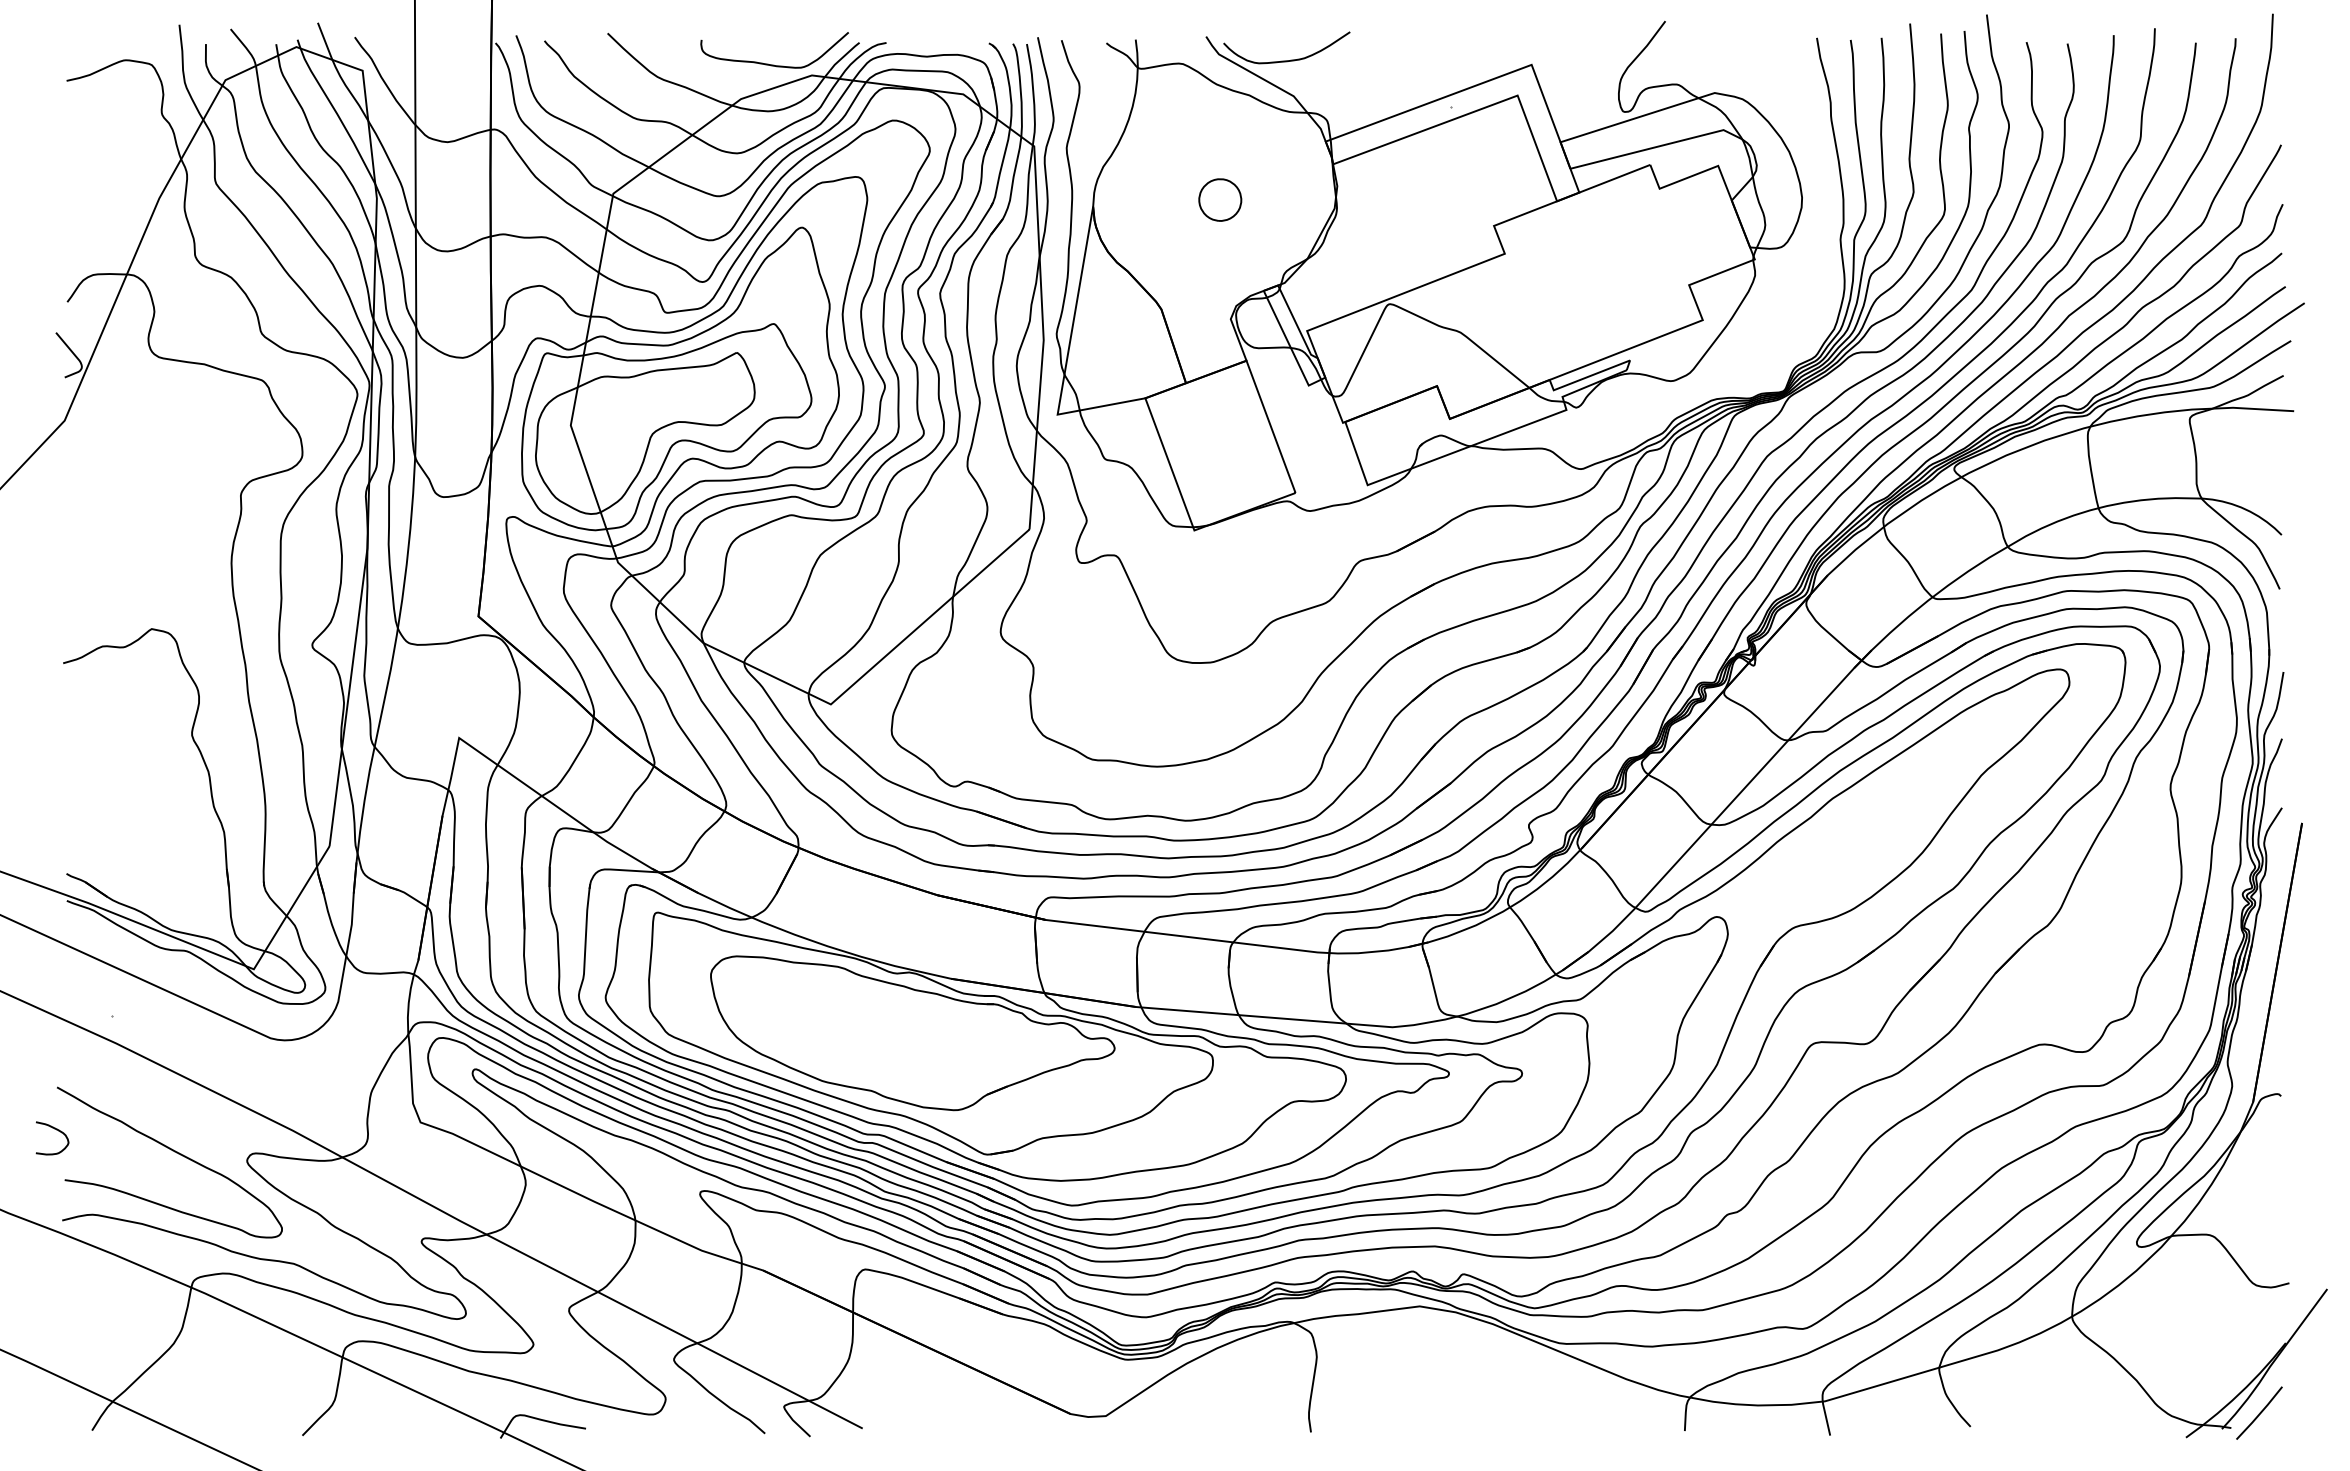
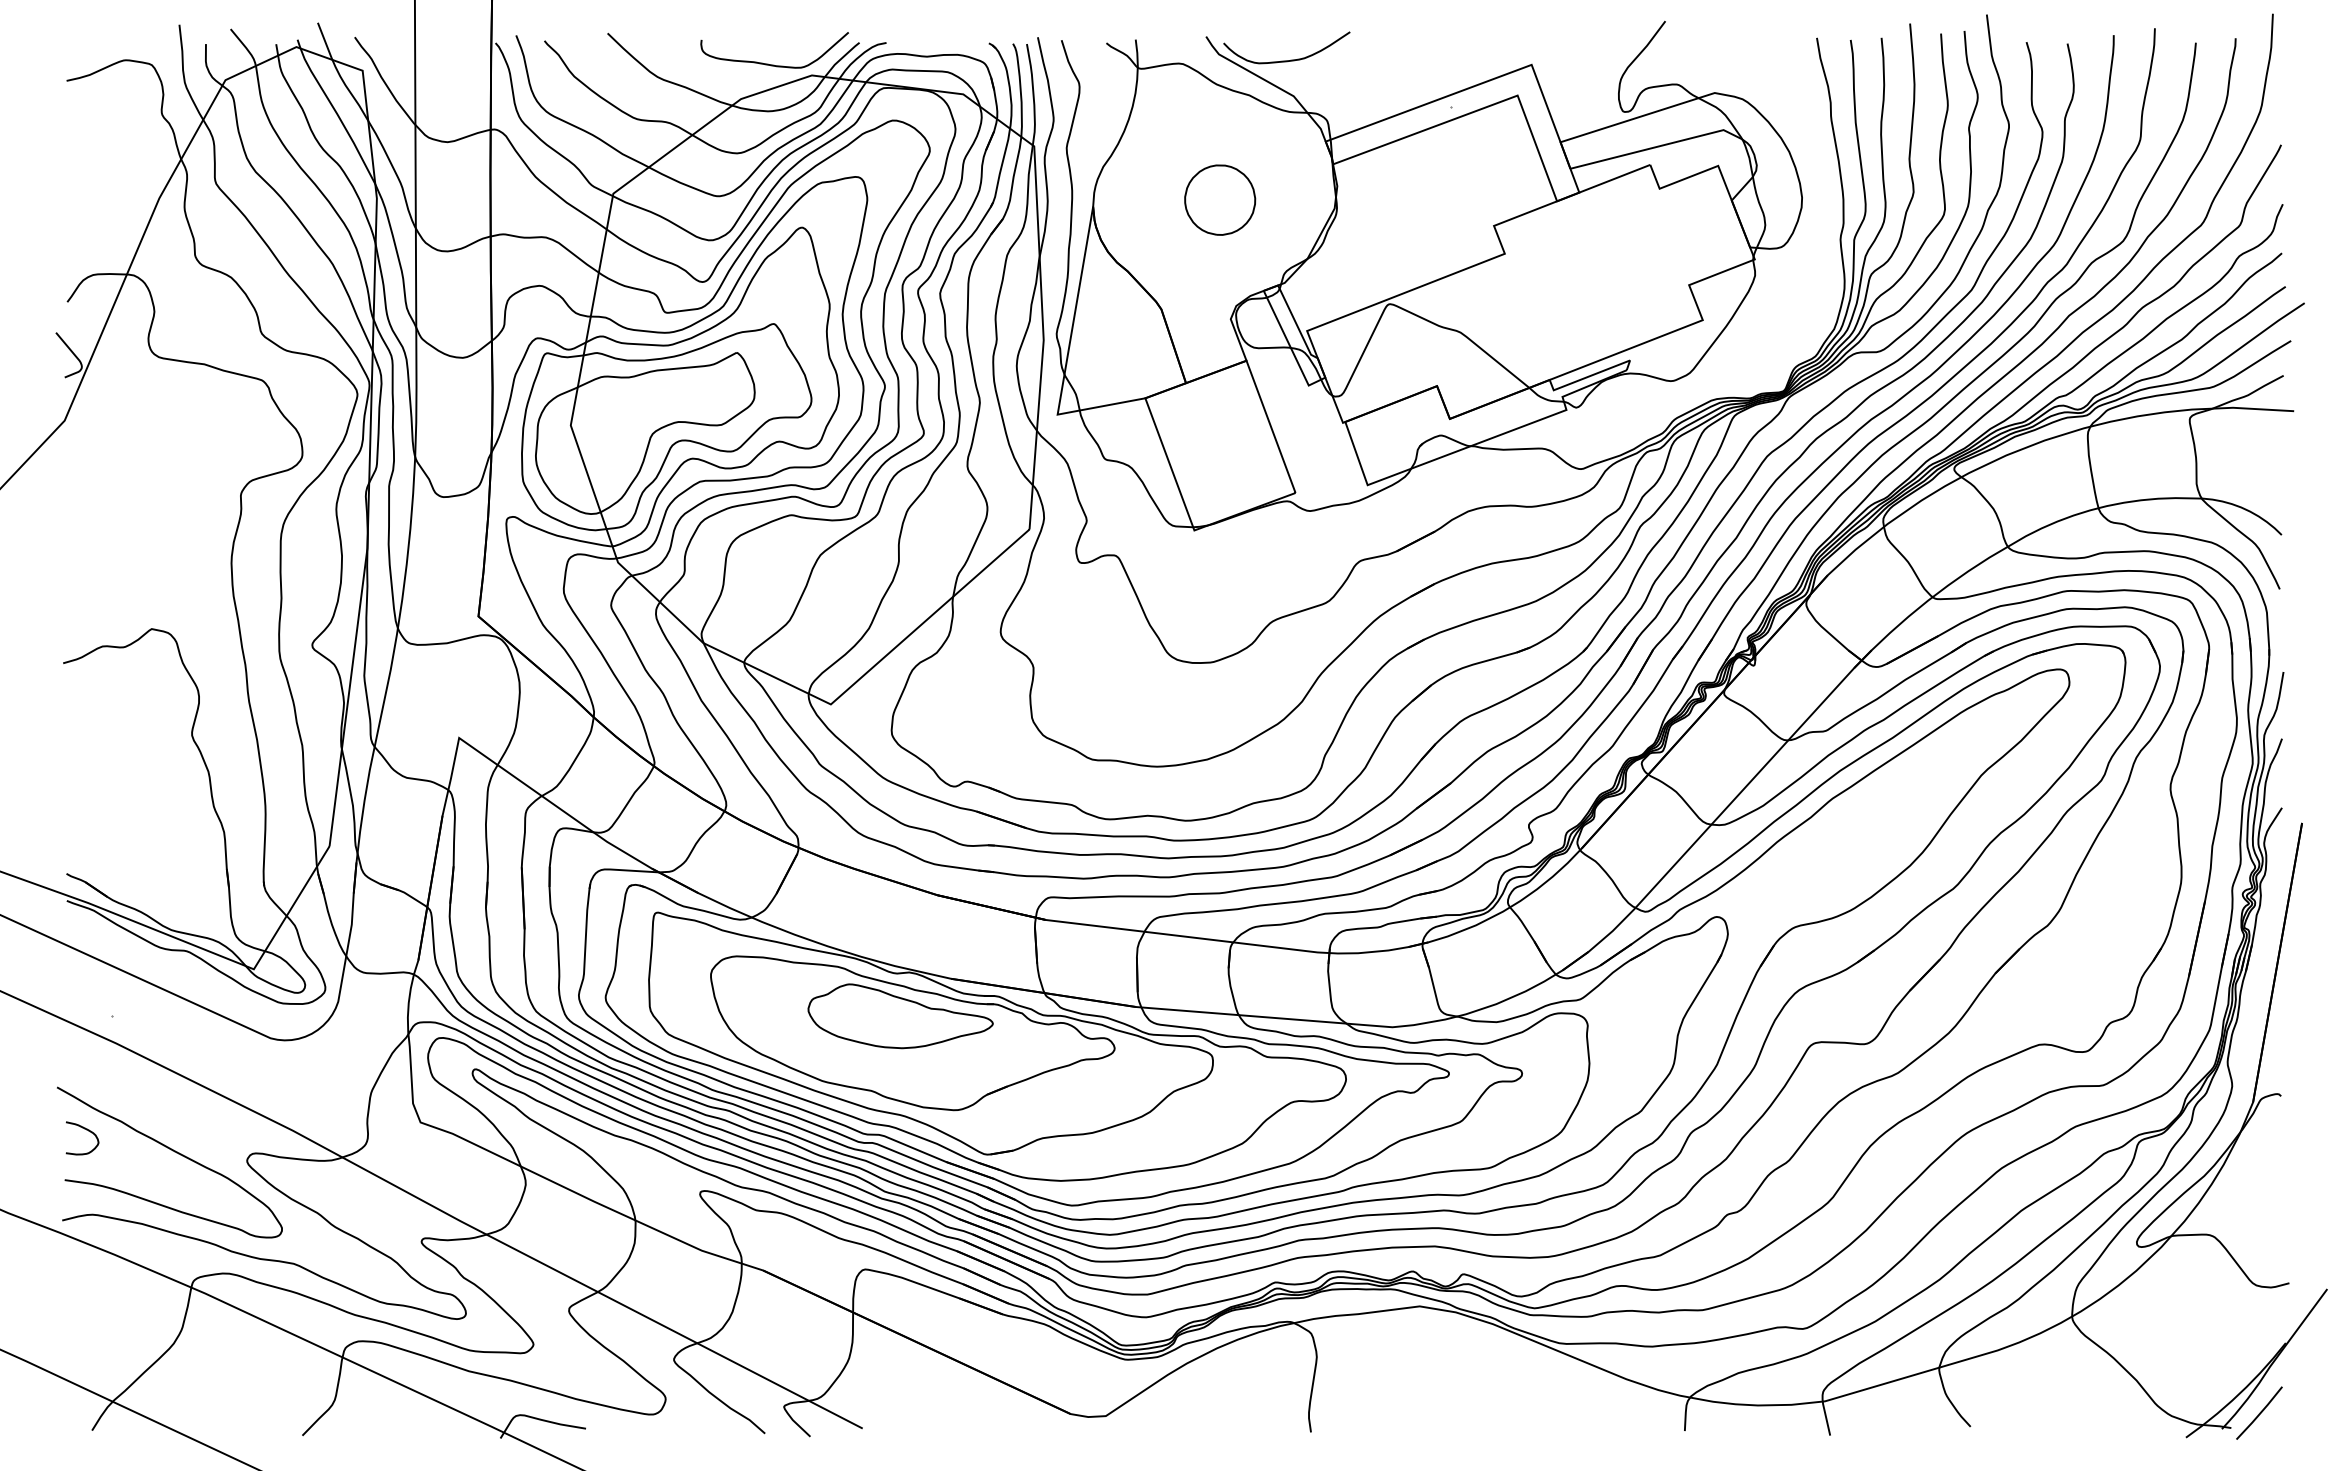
part at (1220, 199) size: 45x44 px -> 73x72 px
part at (900, 1016): none -> present
curve at (56, 1130) position: (56, 1130) -> (86, 1130)
